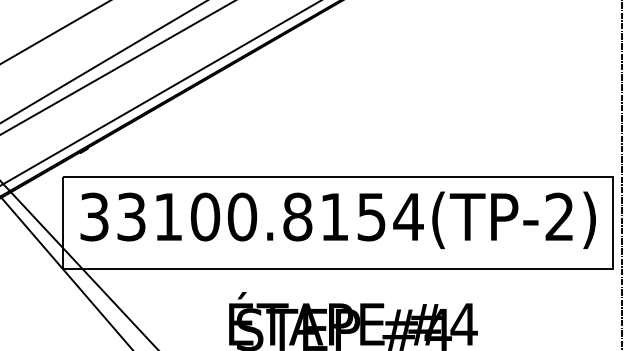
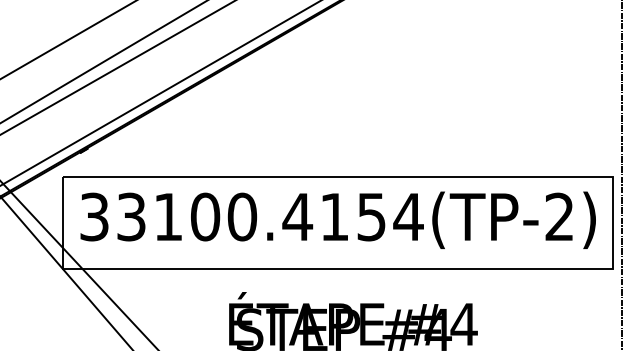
line at (54, 32) position: (54, 32) -> (67, 40)
text at (297, 216): 33100.8154(TP-2) -> 33100.4154(TP-2)
